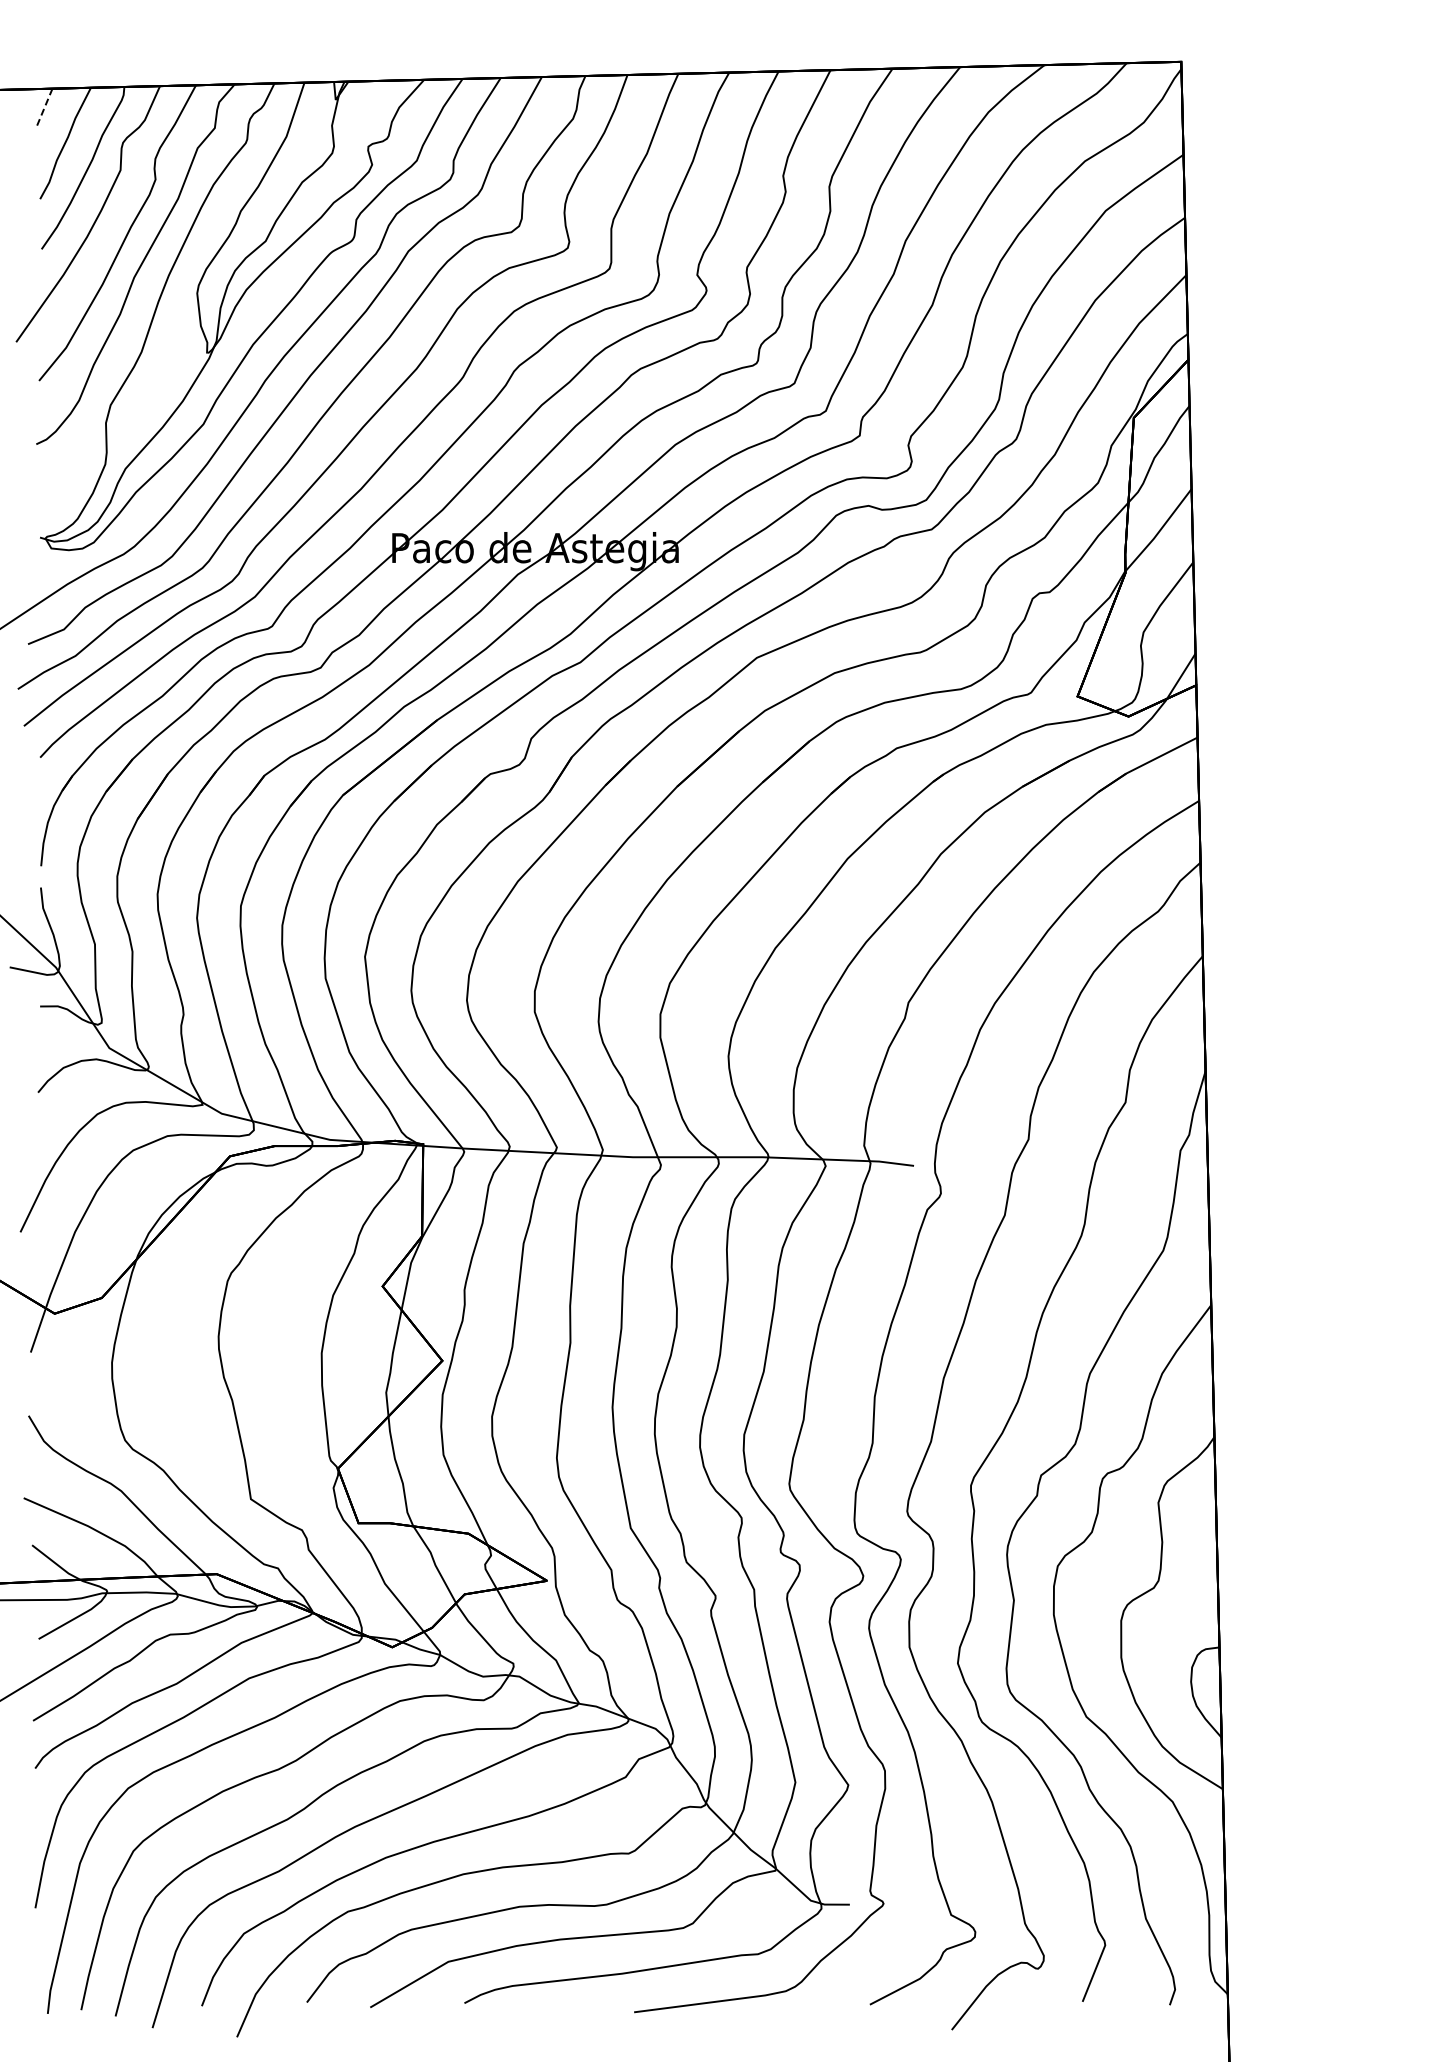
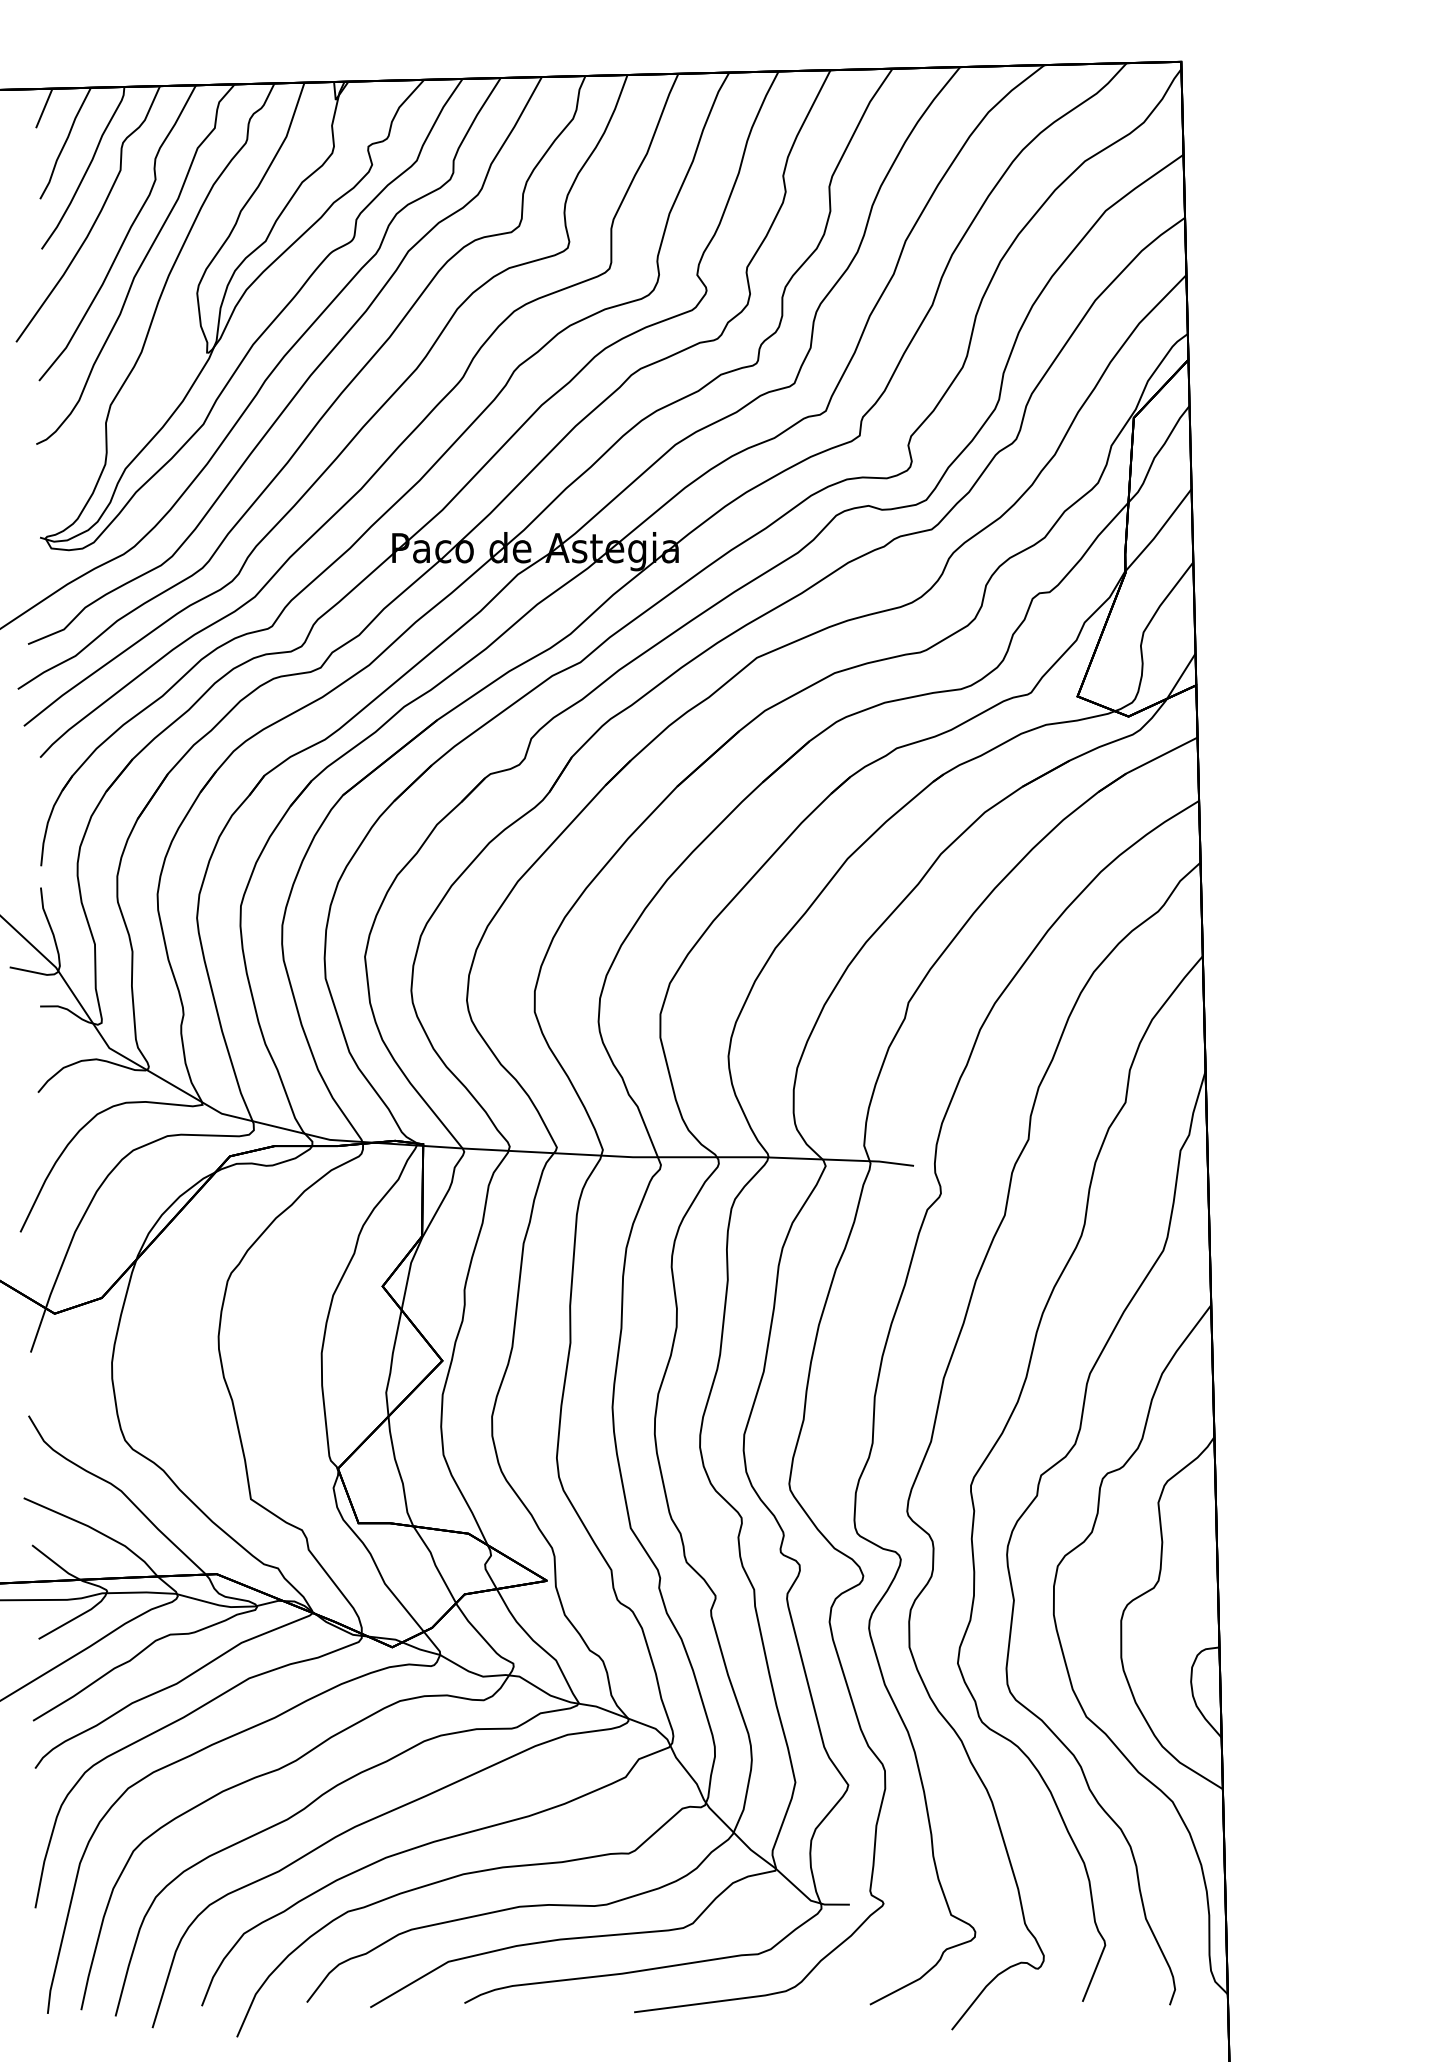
line at (44, 108): dashed -> solid
